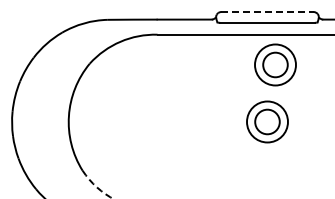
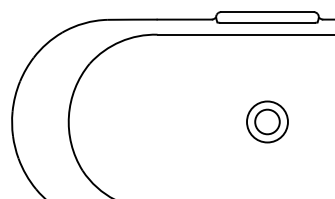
line at (267, 12): dashed -> solid
part at (275, 64): present -> none
arc at (97, 187): dashed -> solid
